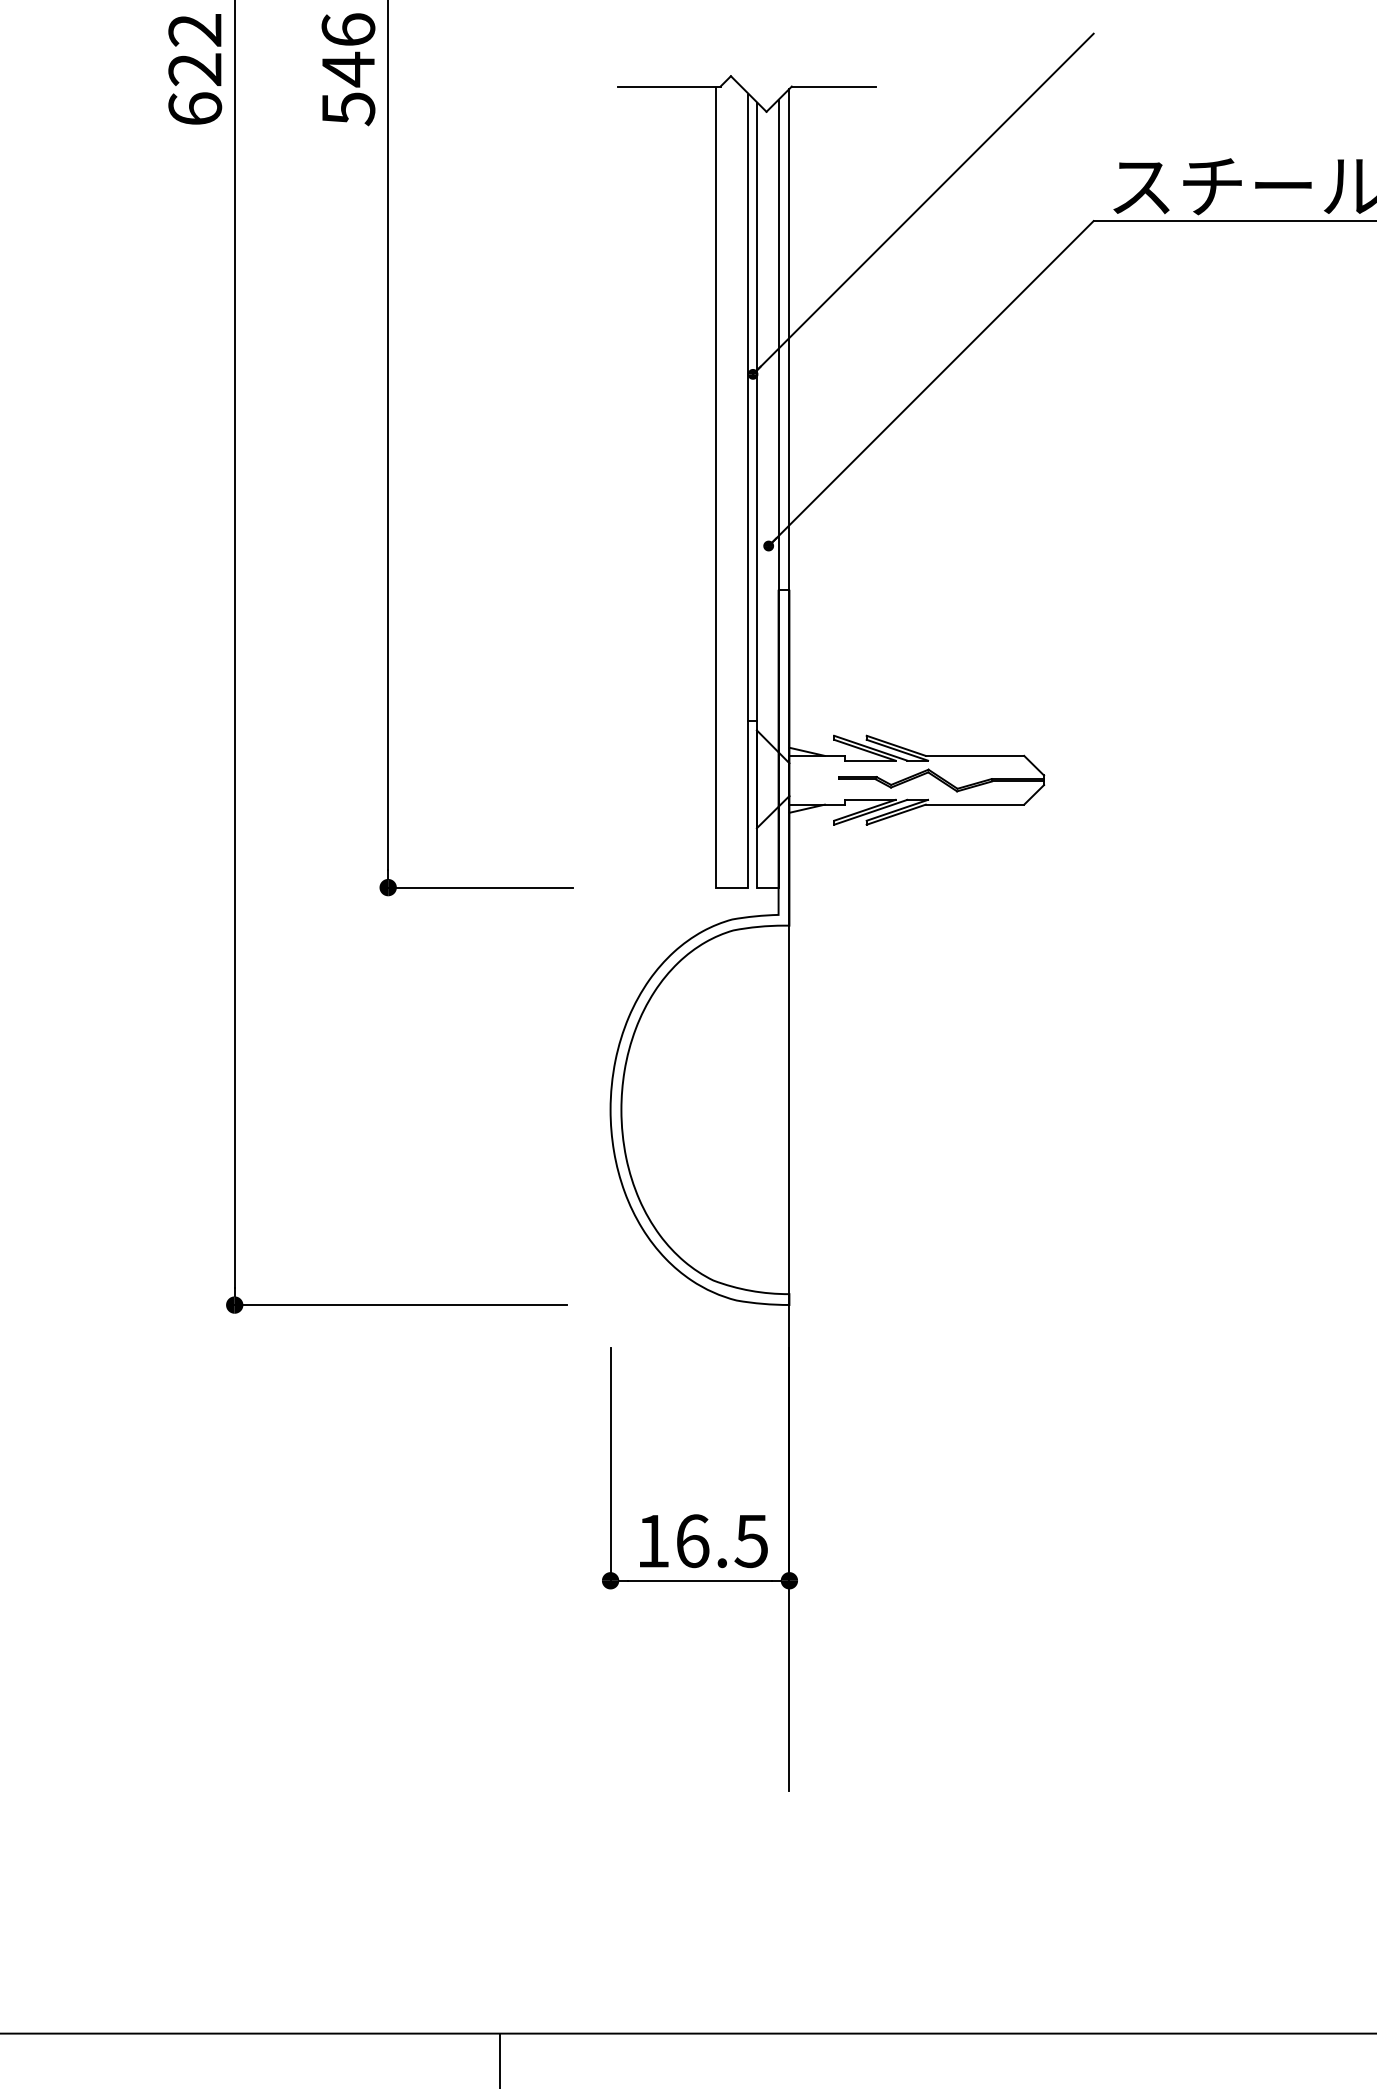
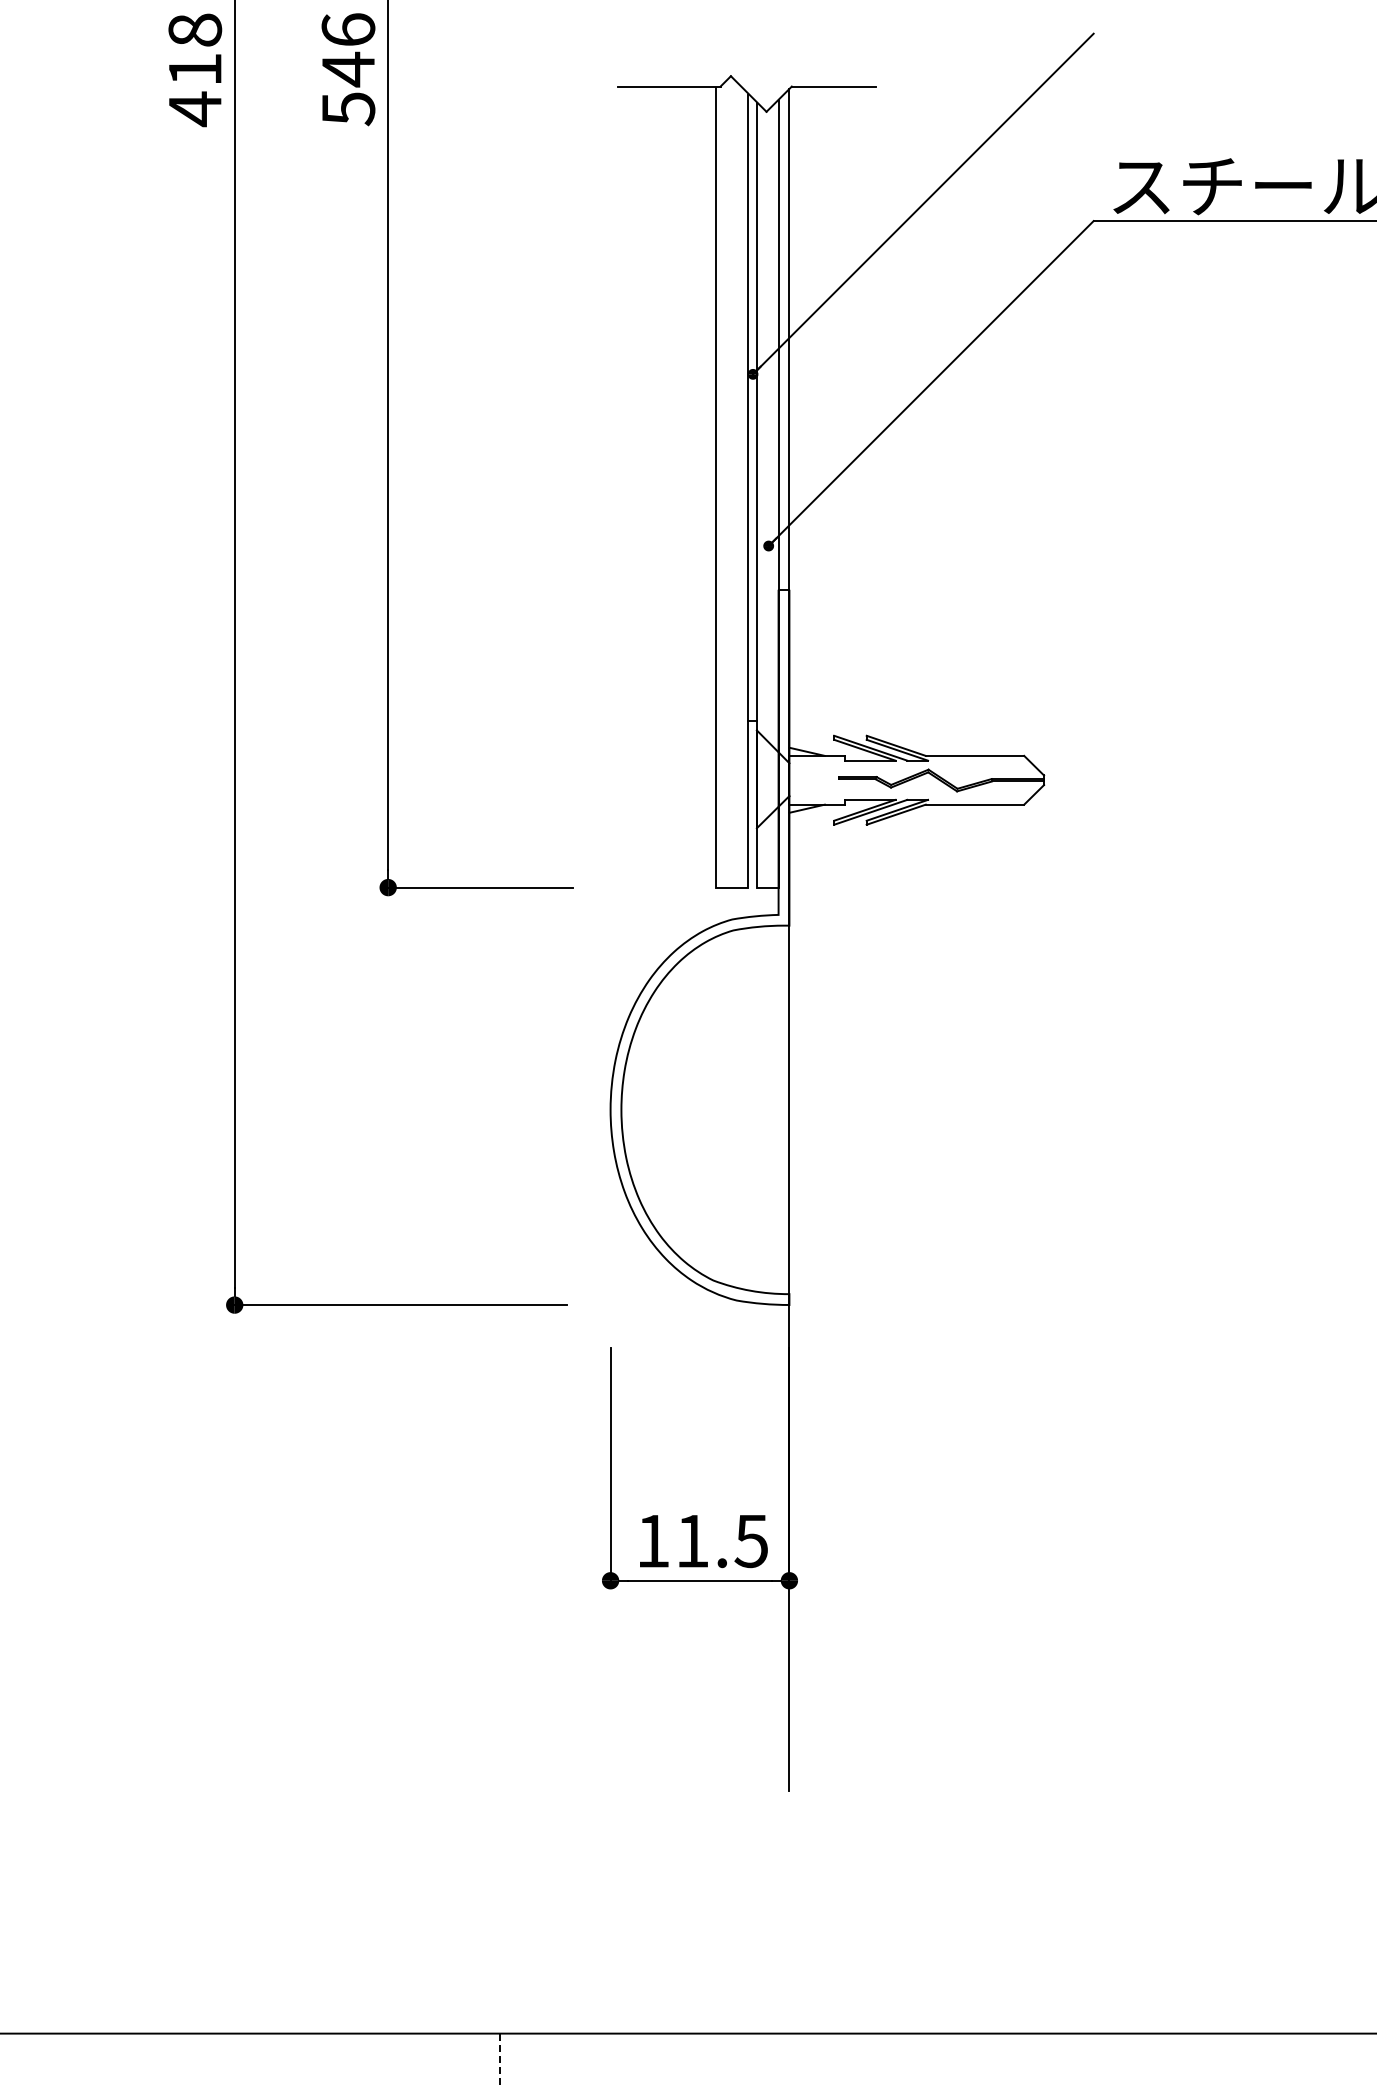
text at (195, 70): 622 -> 418
text at (693, 1541): 16.5 -> 11.5
line at (499, 2061): solid -> dashed
